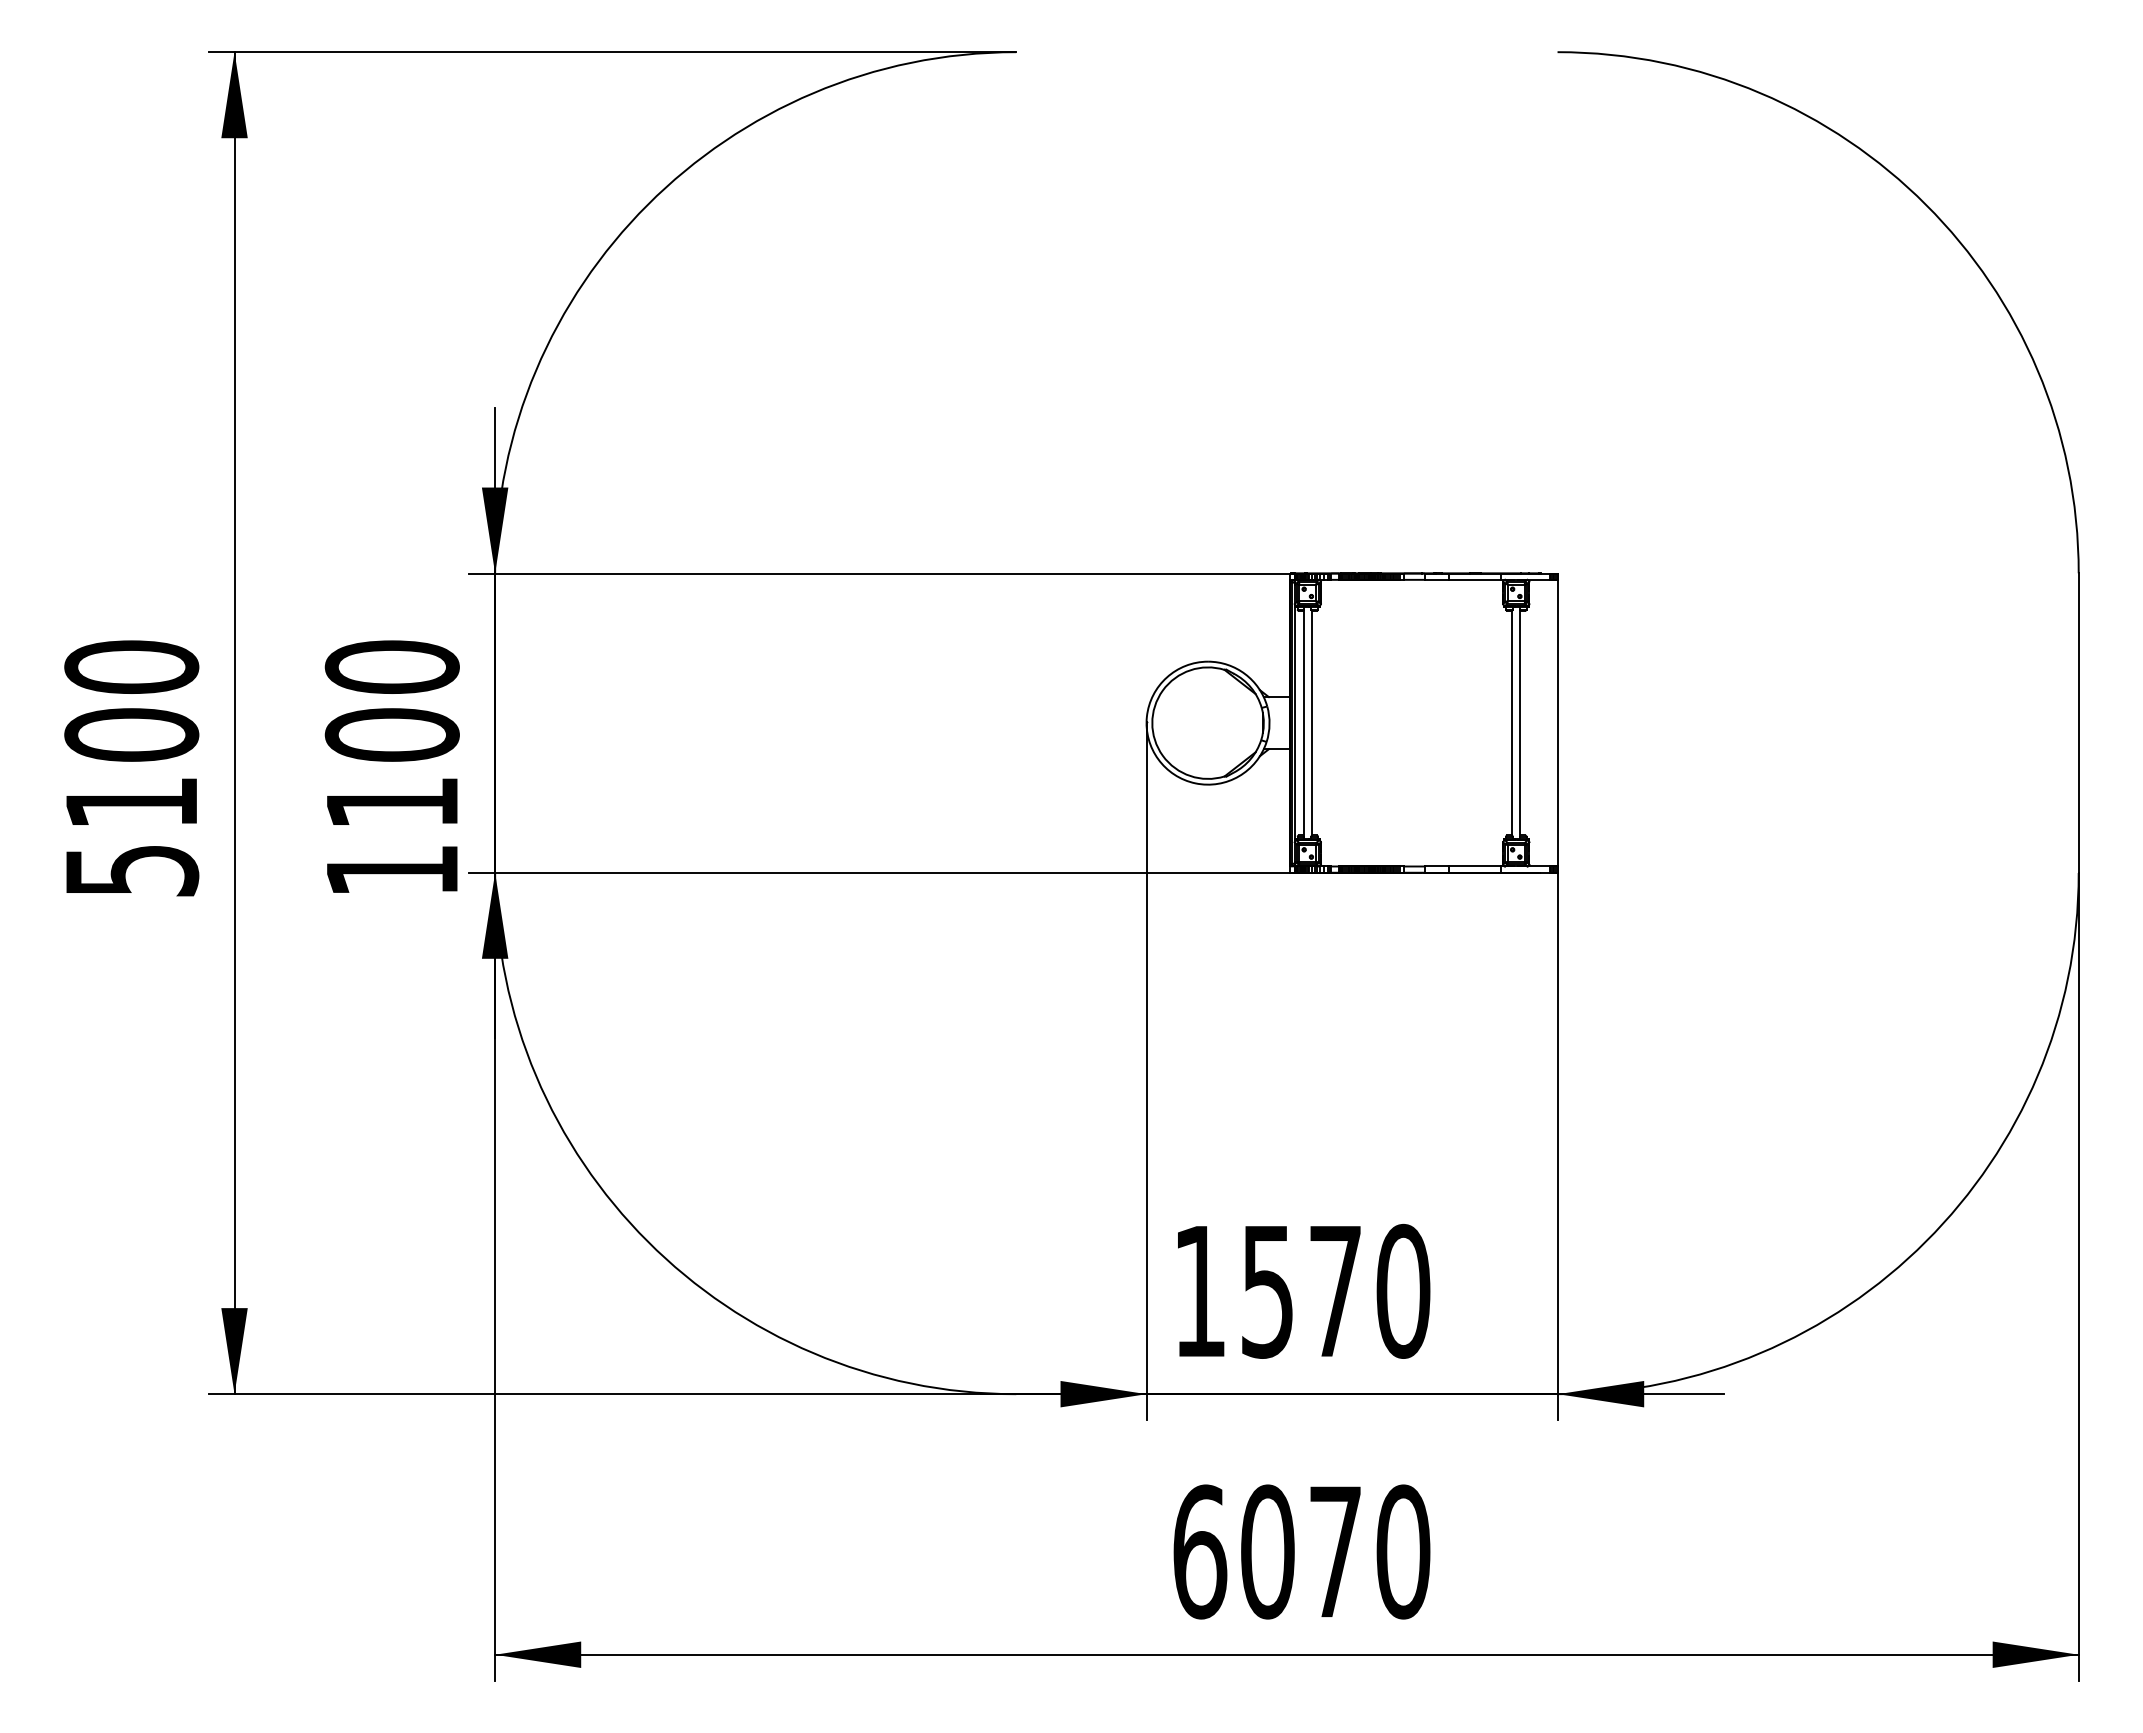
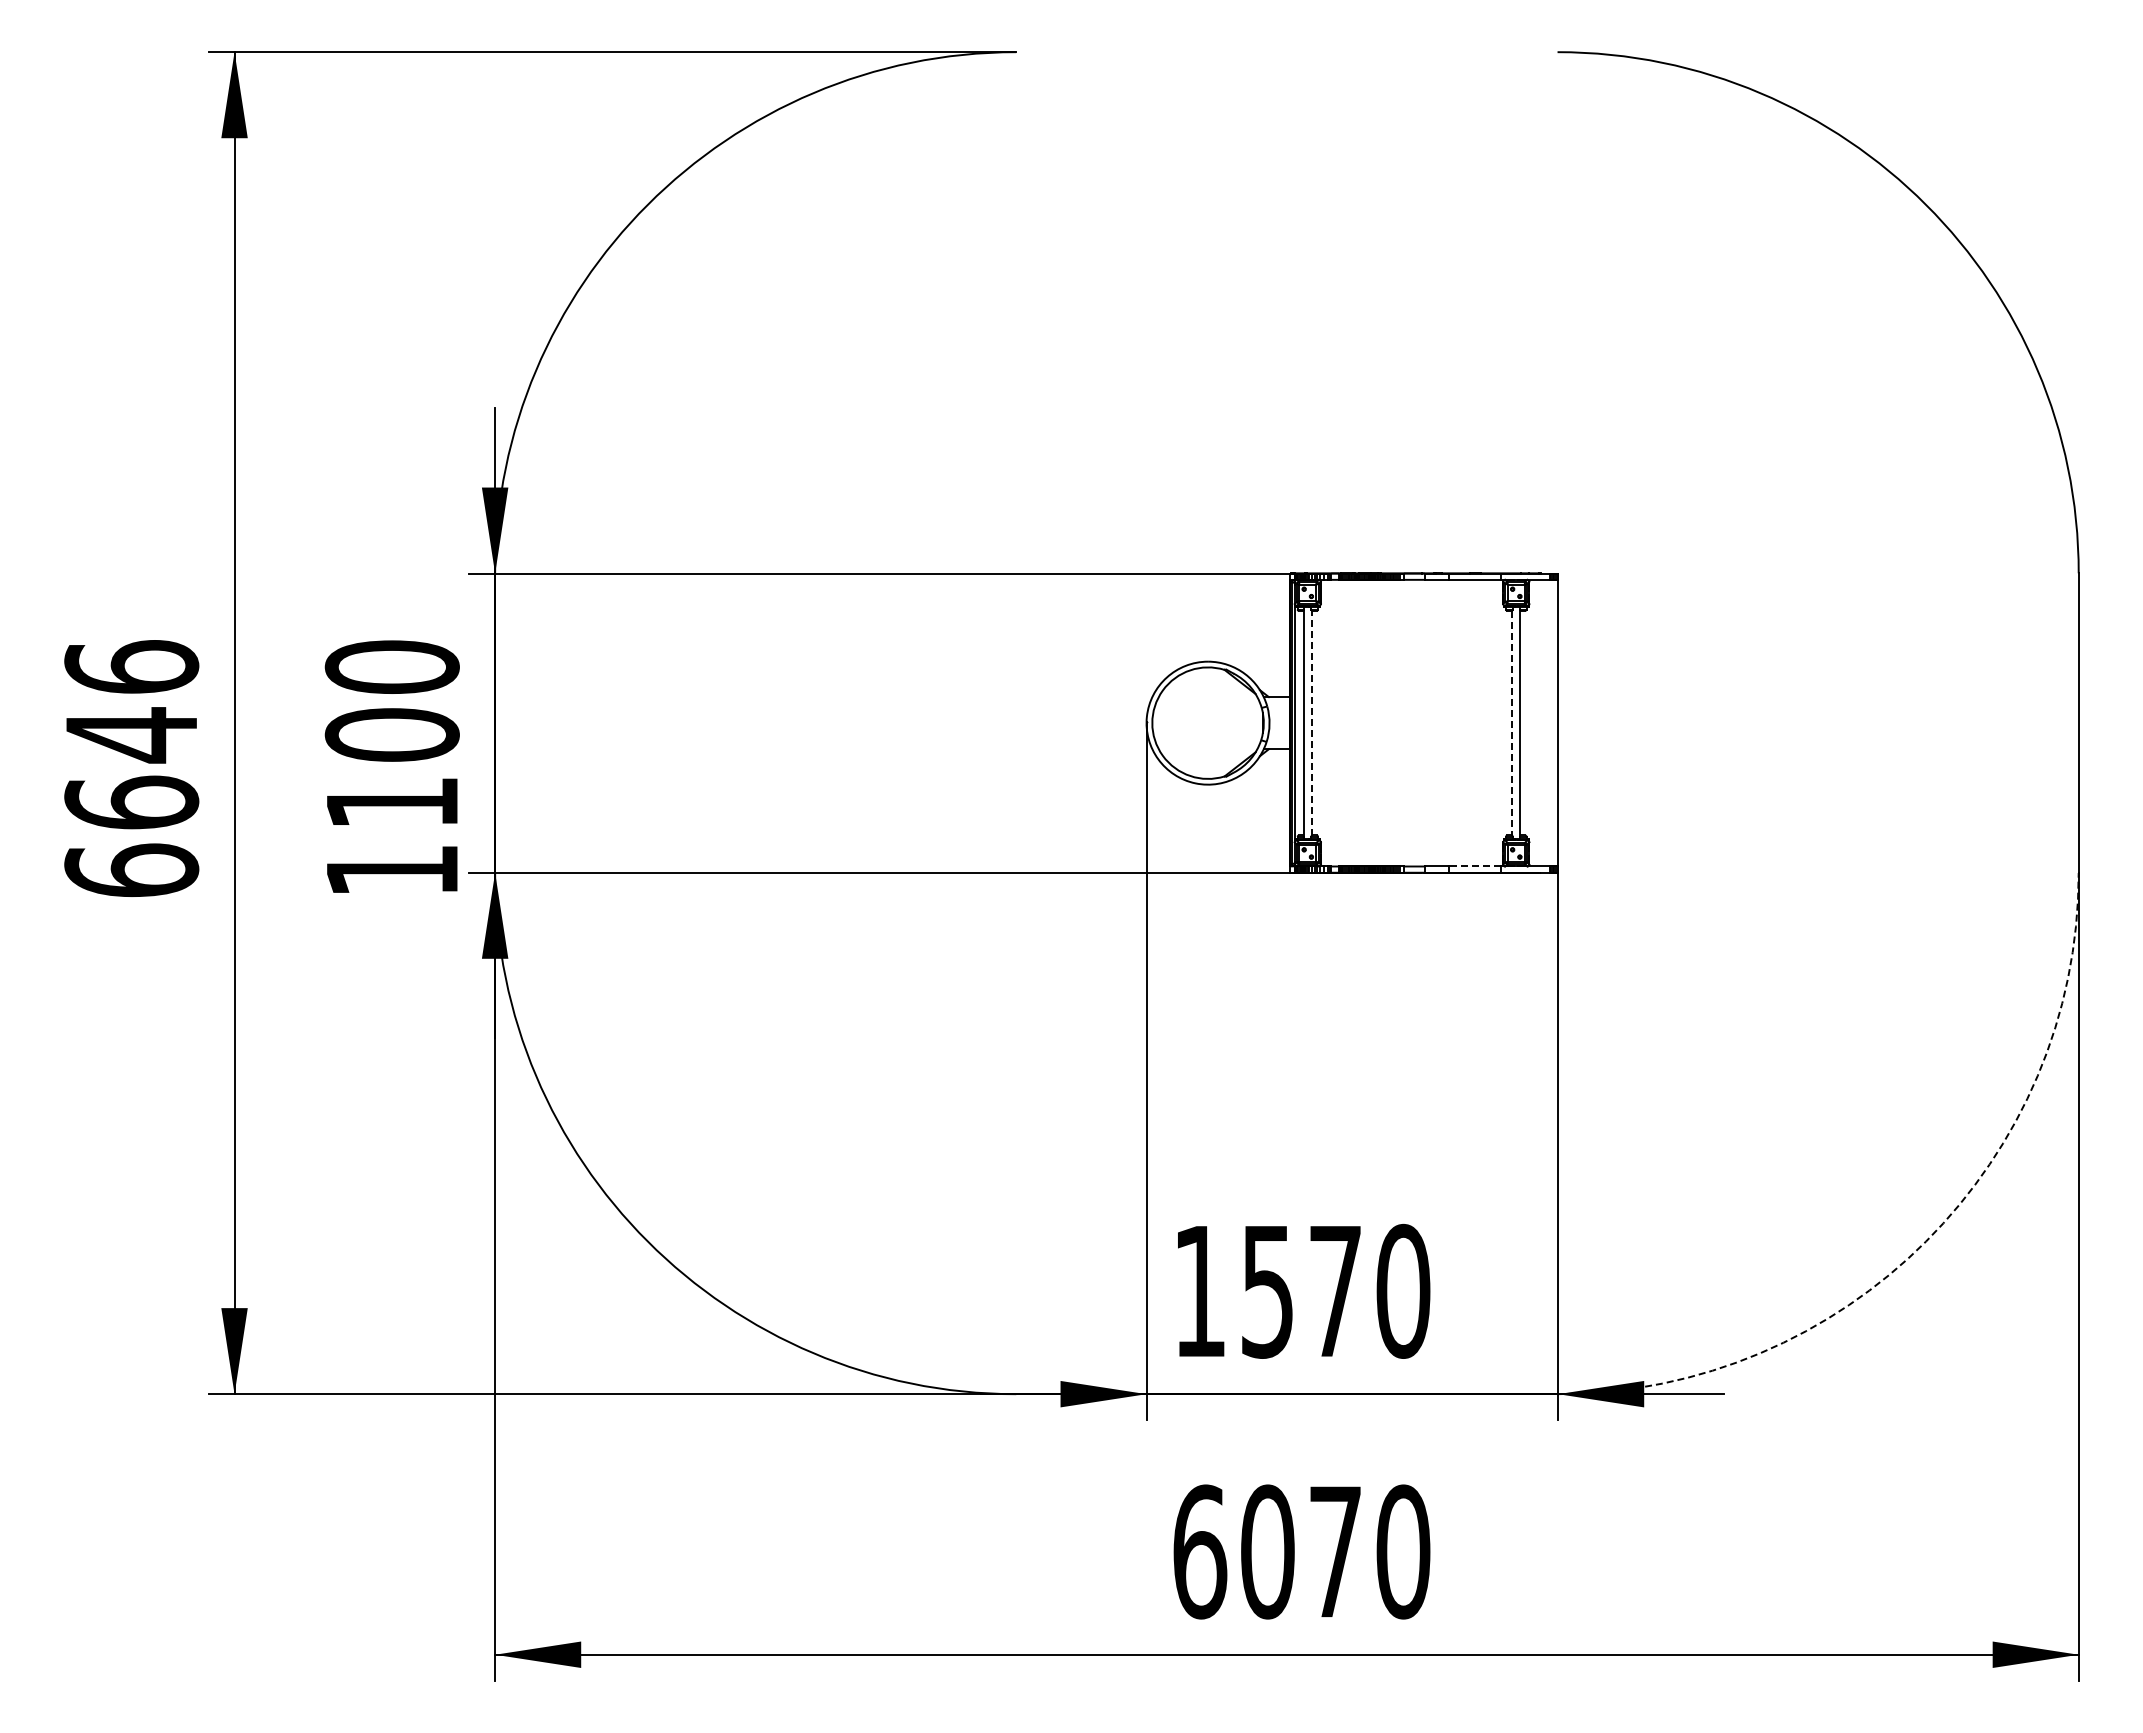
line at (1311, 722): solid -> dashed
line at (1512, 723): solid -> dashed
text at (131, 768): 5100 -> 6646
line at (1475, 866): solid -> dashed
arc at (1926, 1241): solid -> dashed
